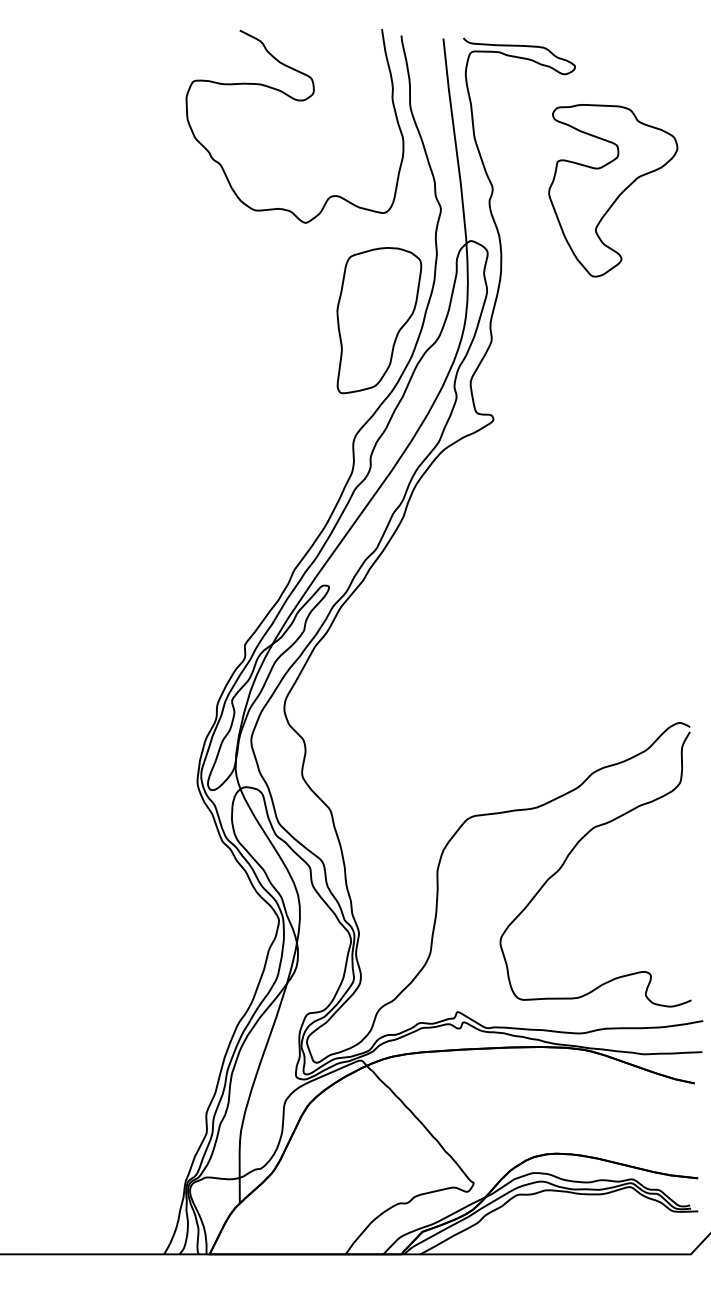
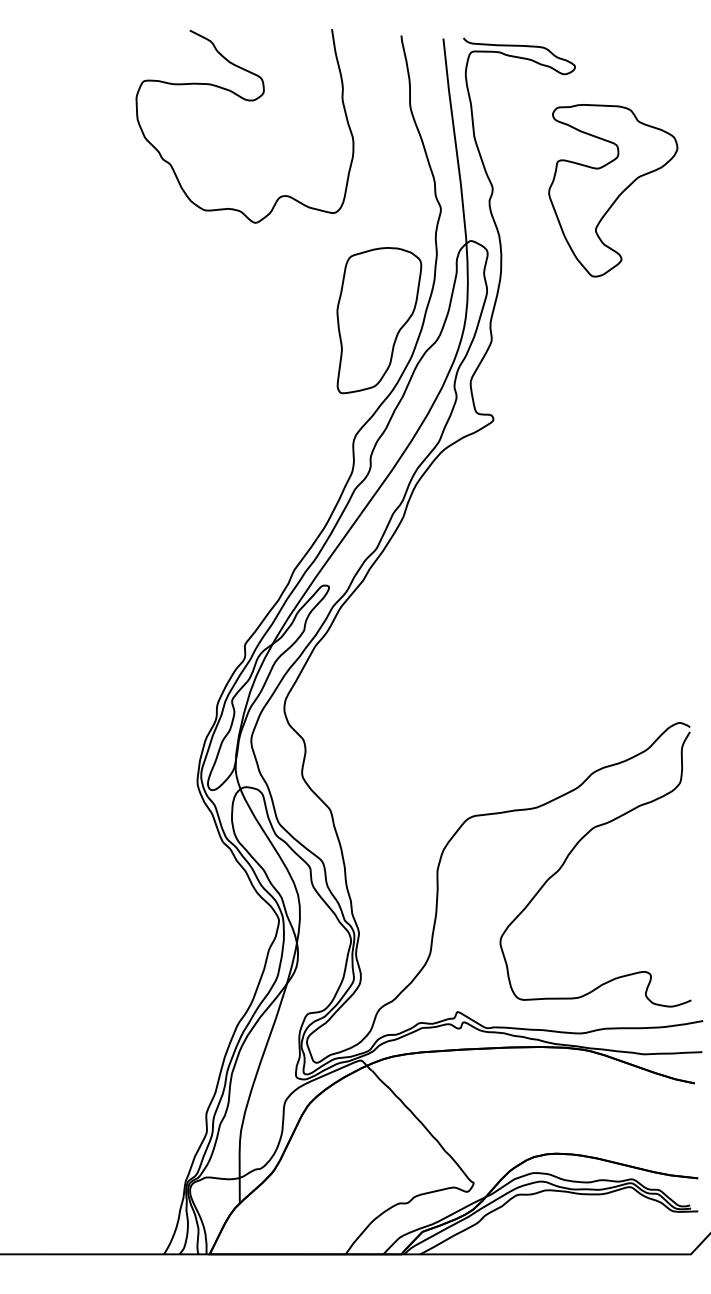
curve at (297, 101) position: (297, 101) -> (247, 101)
